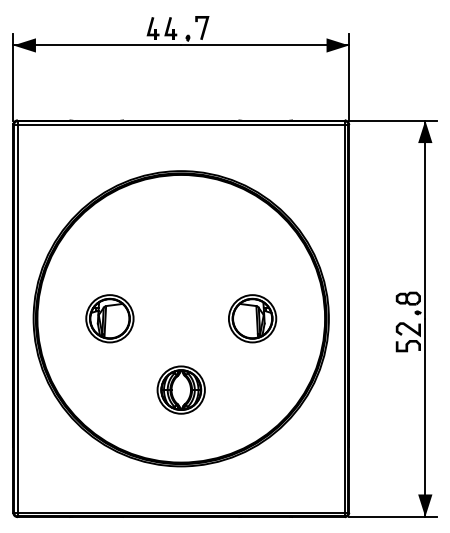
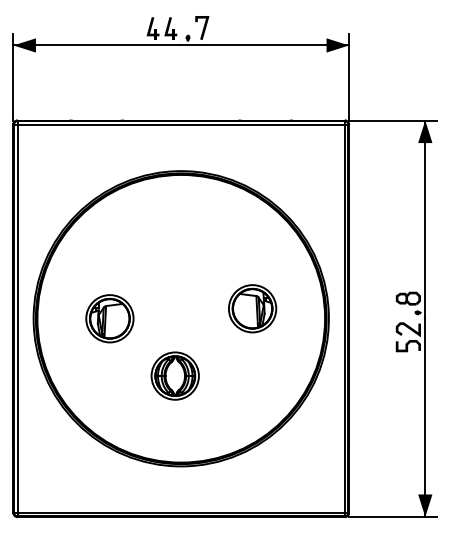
part at (252, 318) position: (252, 318) -> (252, 308)
part at (180, 389) position: (180, 389) -> (174, 375)
